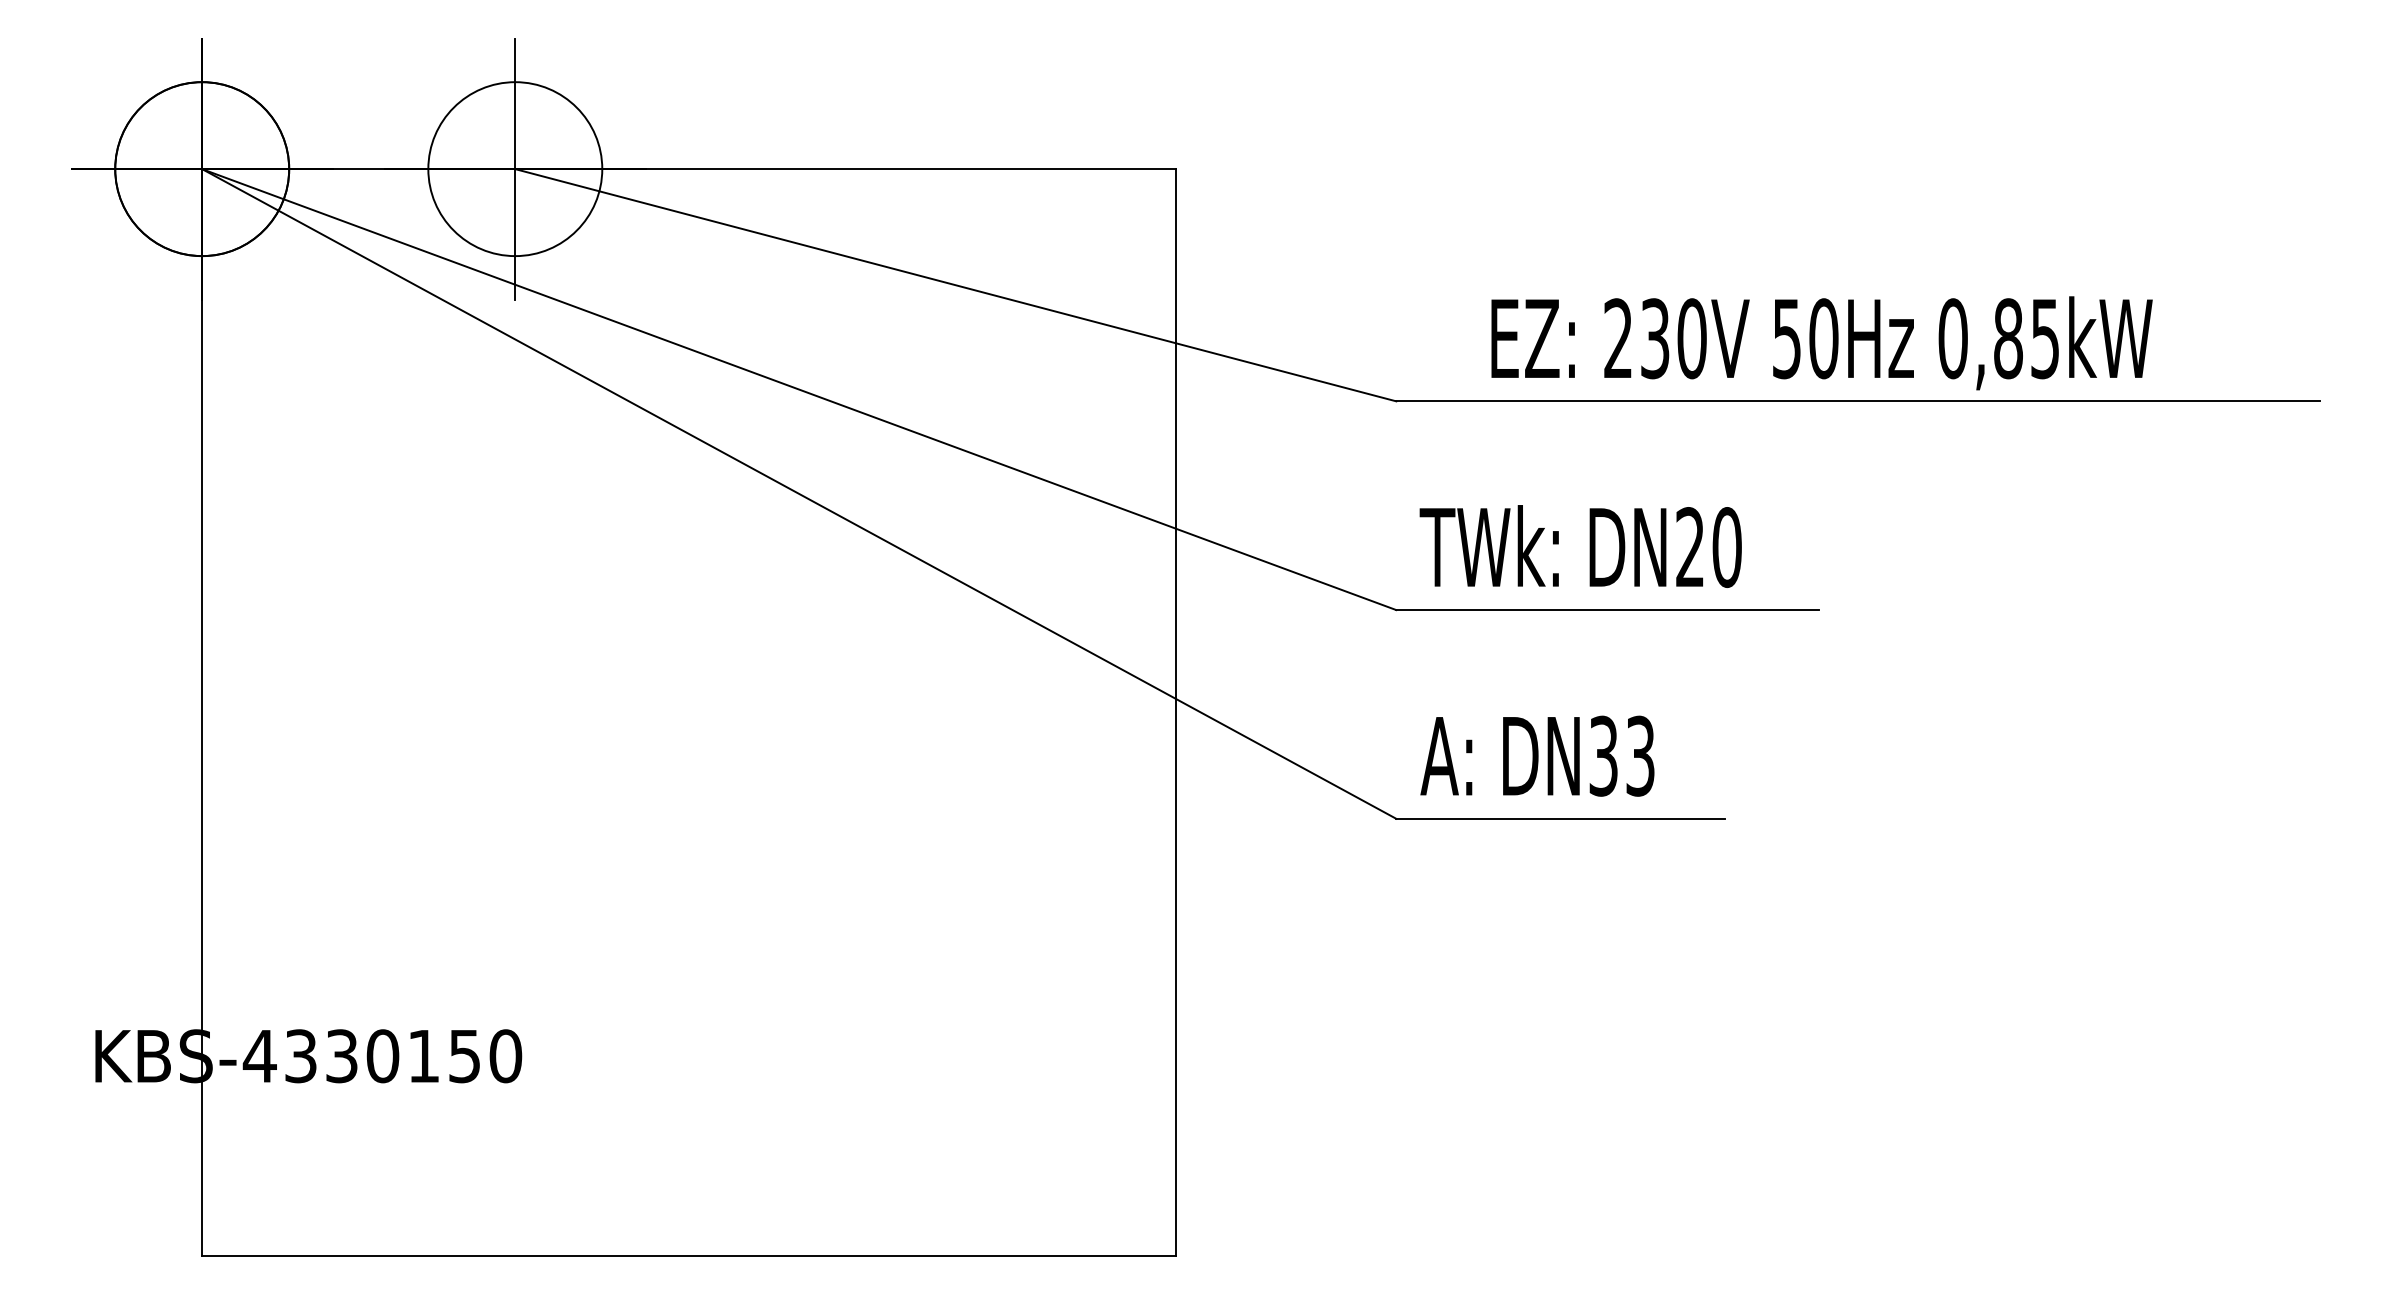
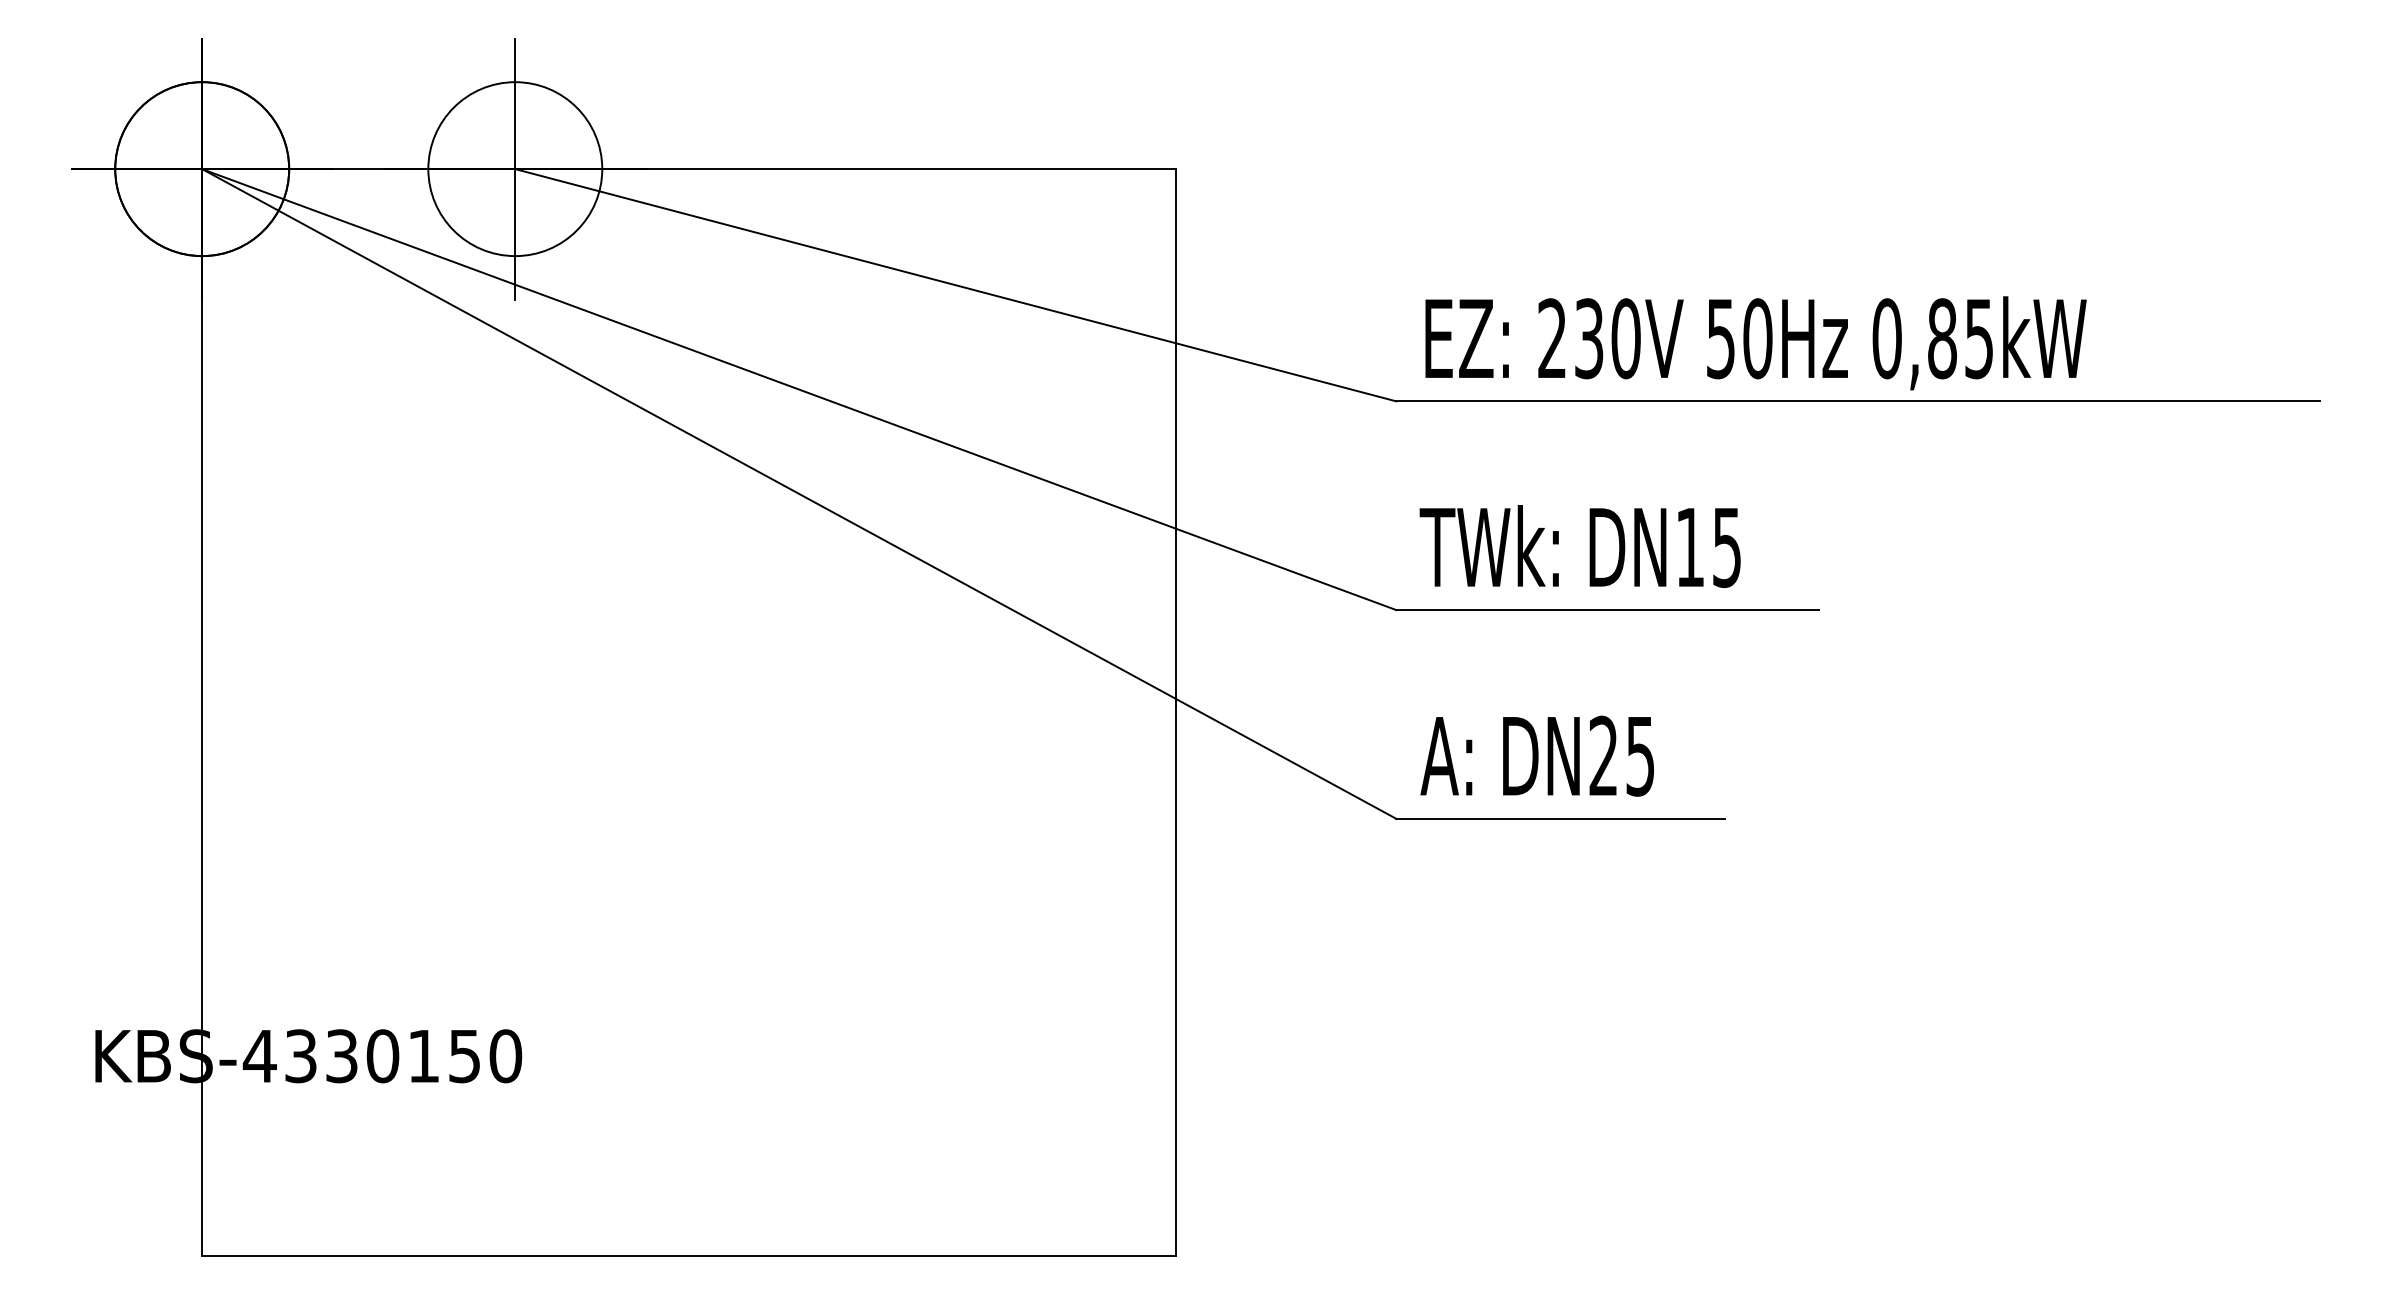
text at (1821, 343) position: (1821, 343) -> (1755, 343)
text at (1708, 547): DN20 -> DN15
text at (1621, 755): DN33 -> DN25
